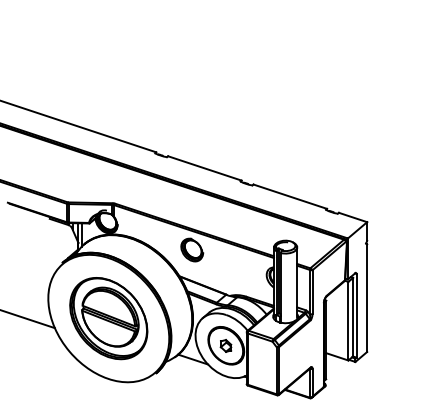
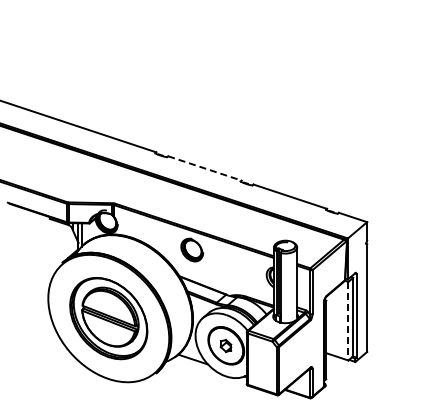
line at (204, 168): solid -> dashed
line at (28, 319): present -> none
line at (348, 321): solid -> dashed
